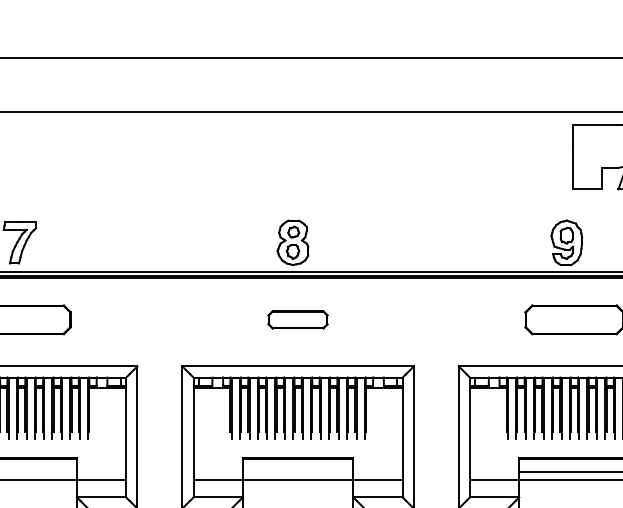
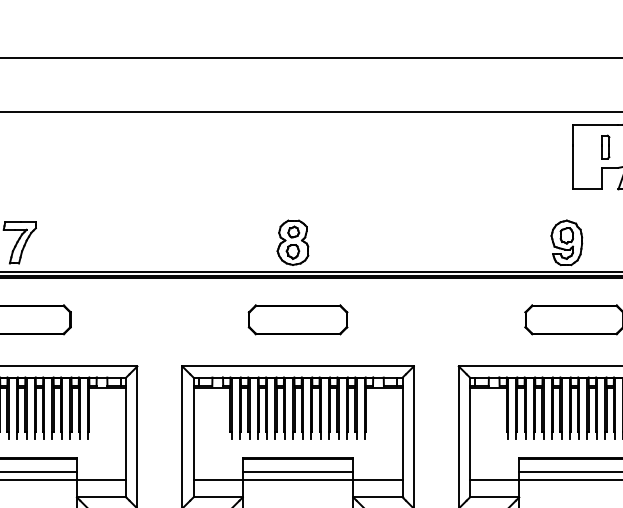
part at (605, 146): none -> present
part at (297, 319) size: 62x20 px -> 102x32 px
line at (39, 471): none -> present
line at (297, 471): none -> present
